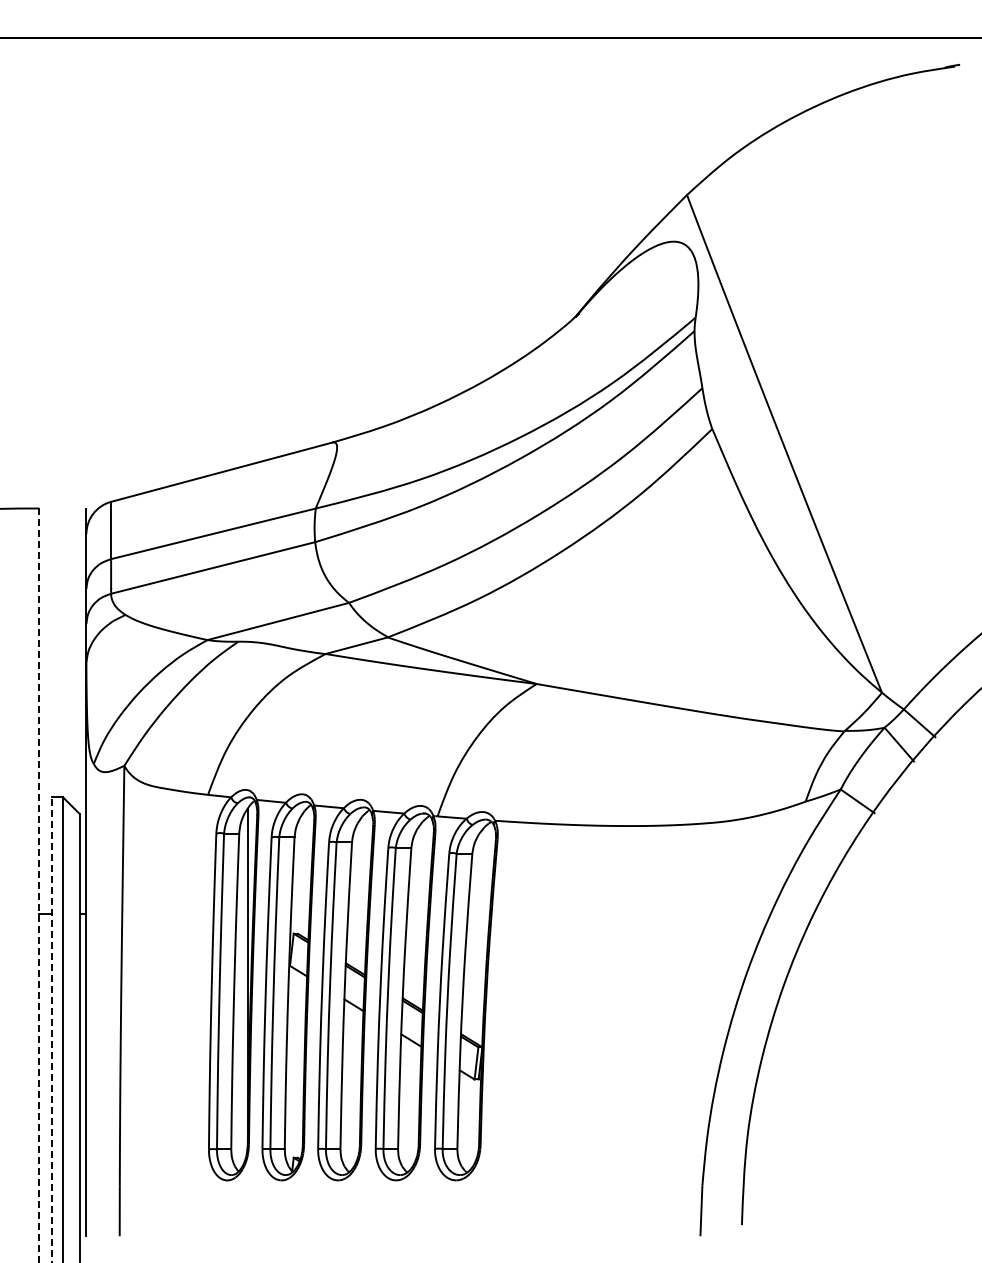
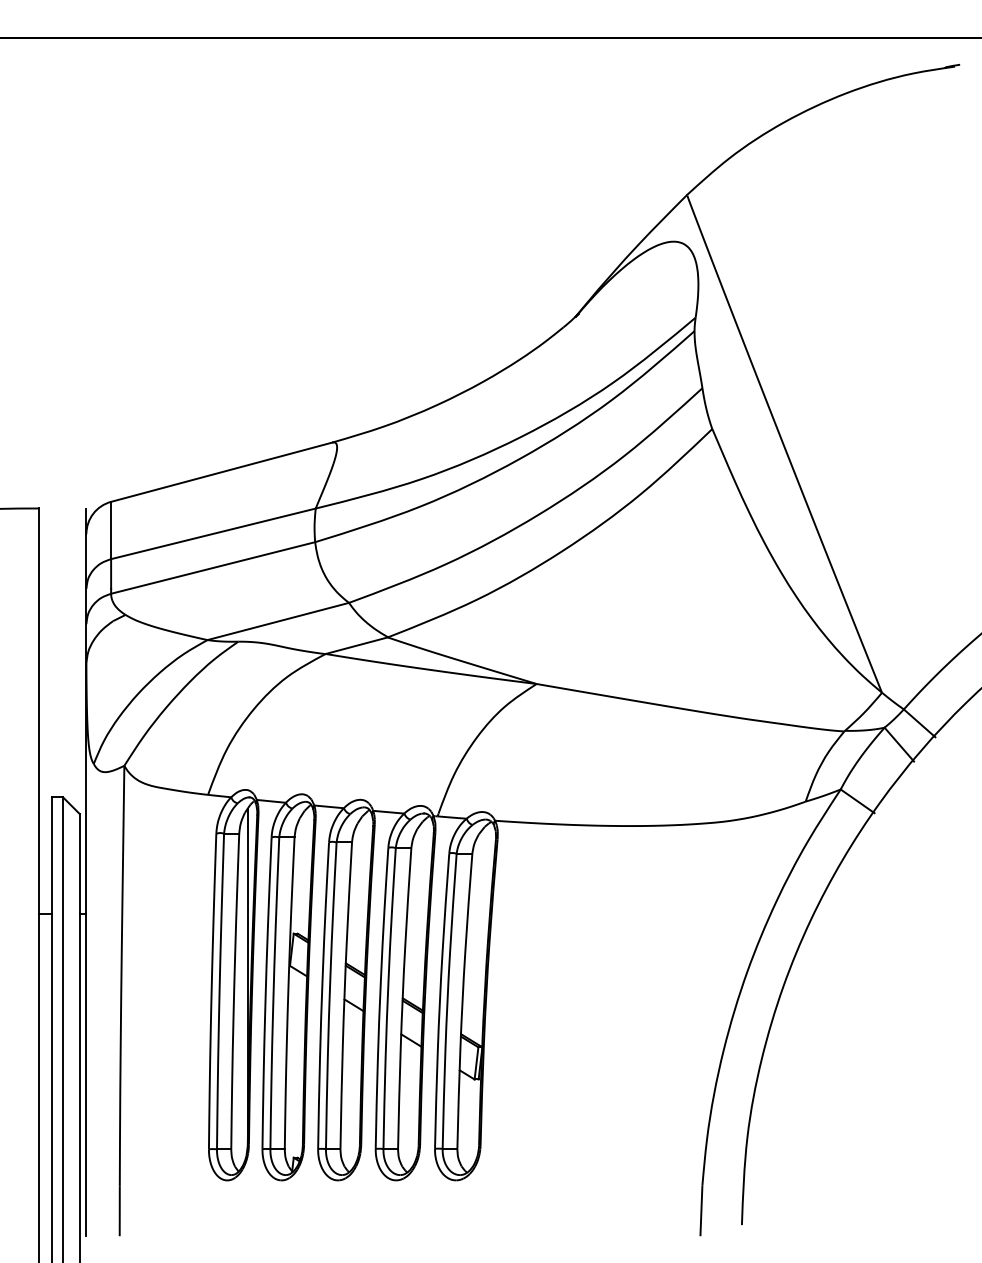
line at (39, 885): dashed -> solid
line at (51, 1029): dashed -> solid
